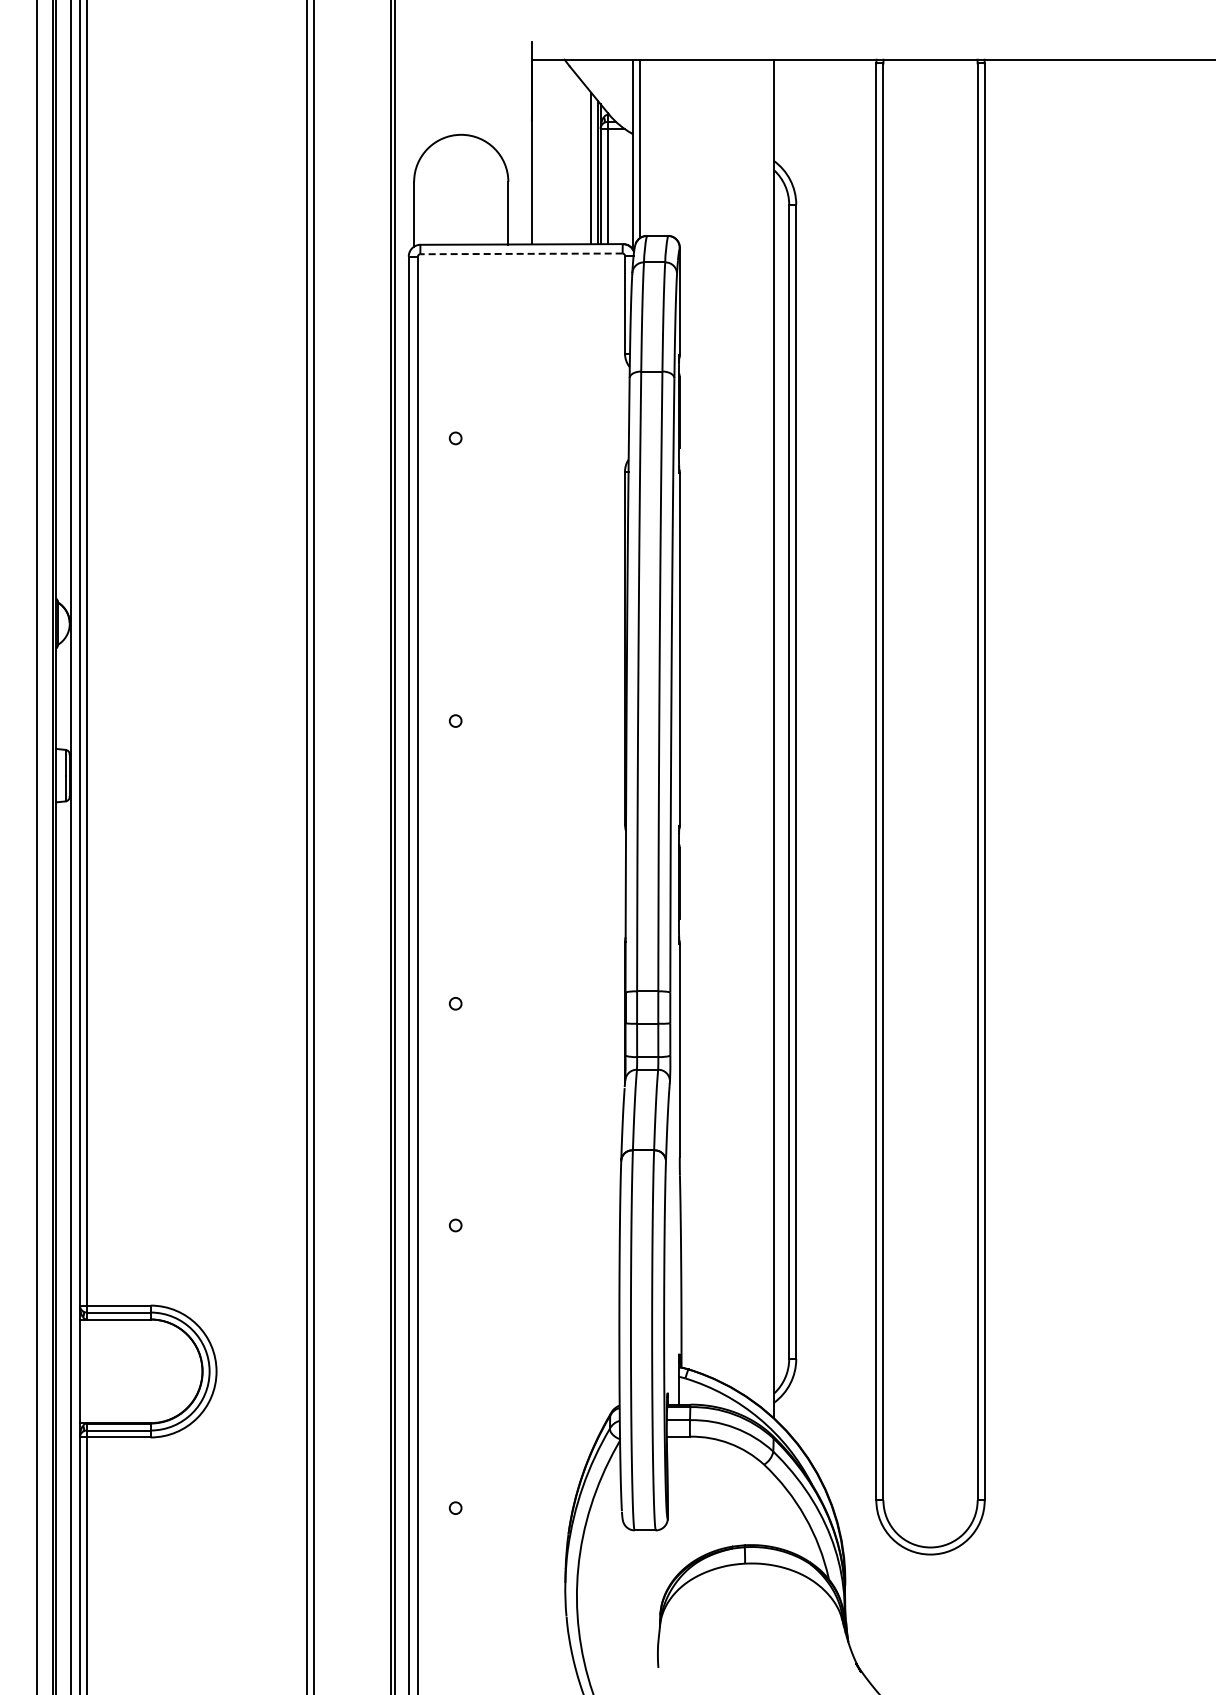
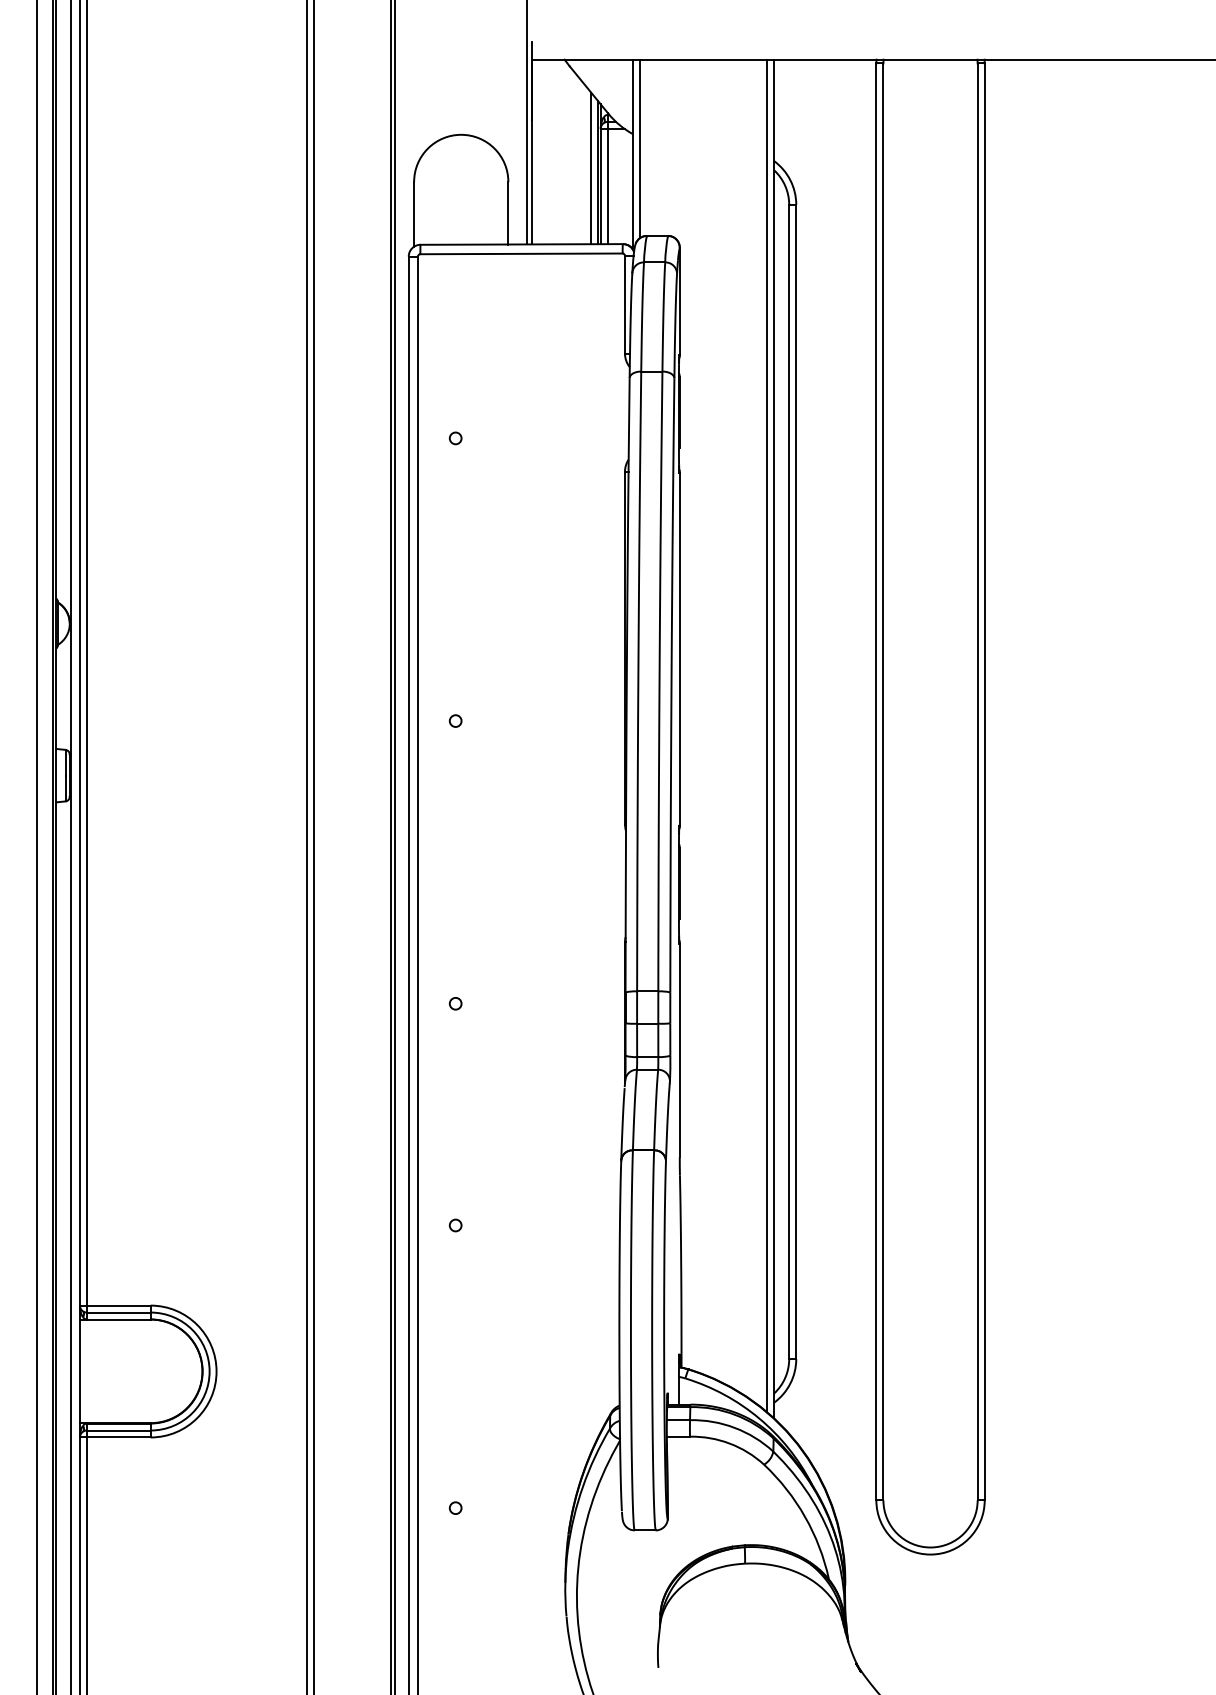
line at (527, 123): none -> present
line at (521, 253): dashed -> solid
line at (767, 735): none -> present
